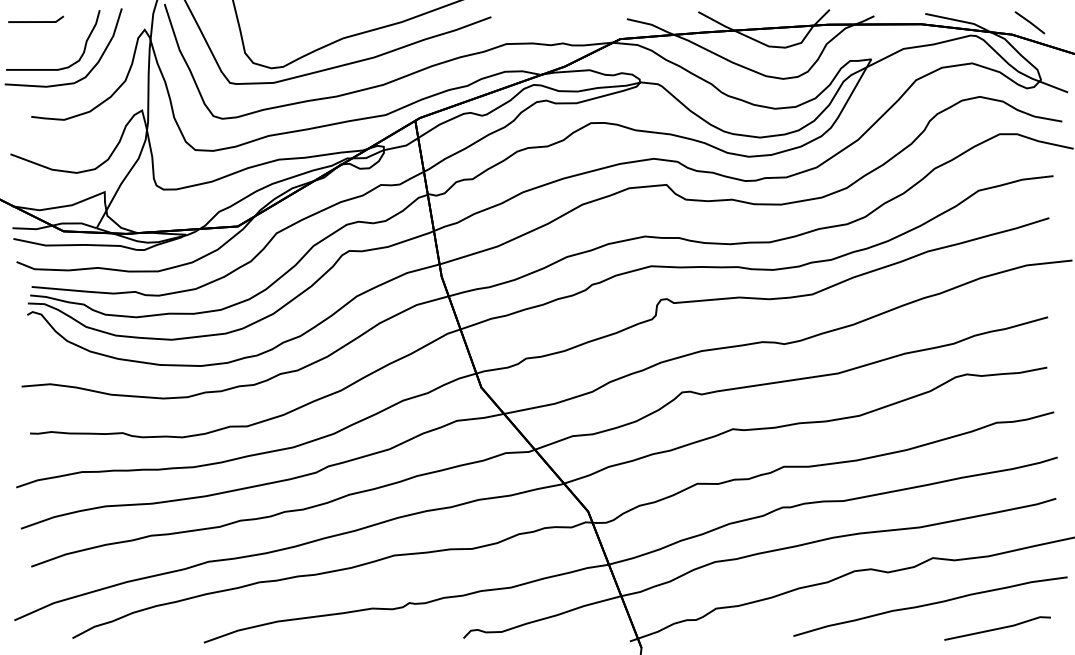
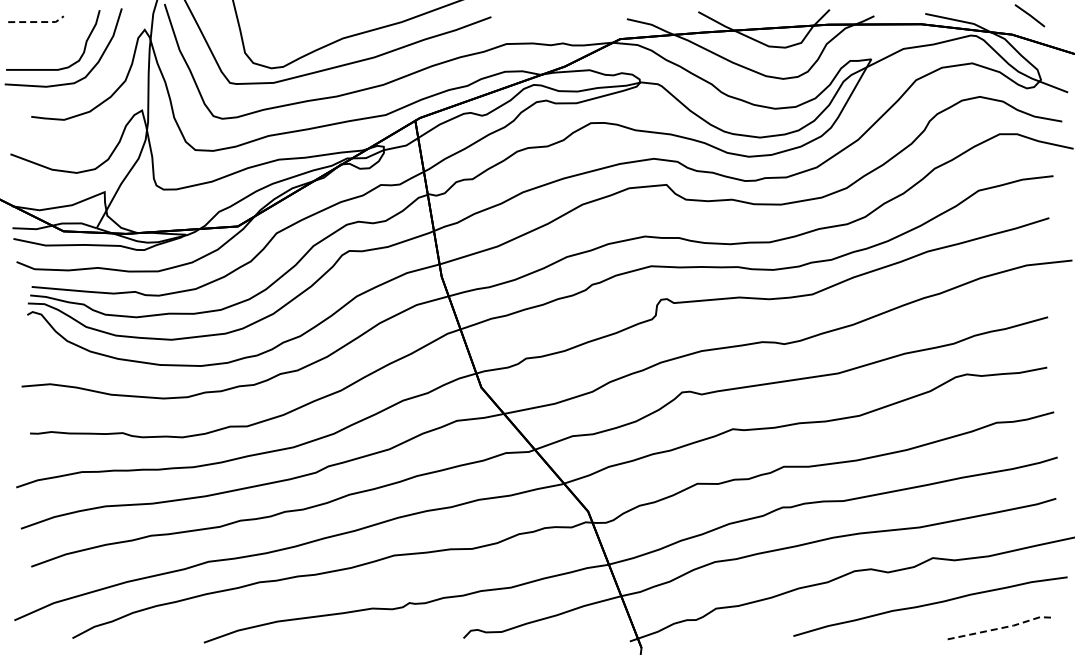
line at (37, 22): solid -> dashed
line at (1029, 22) position: (1029, 22) -> (1029, 15)
line at (999, 628): solid -> dashed
